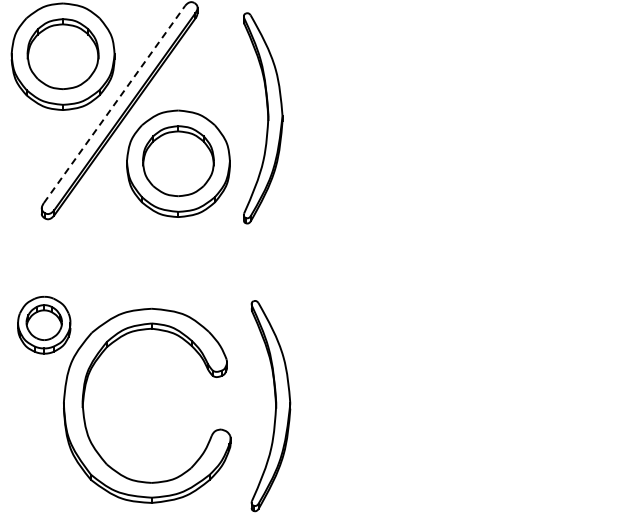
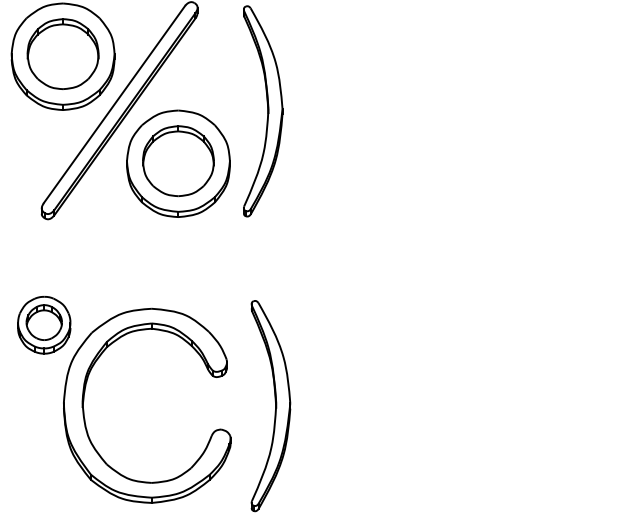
line at (114, 104): dashed -> solid
part at (263, 118) position: (263, 118) -> (263, 111)
